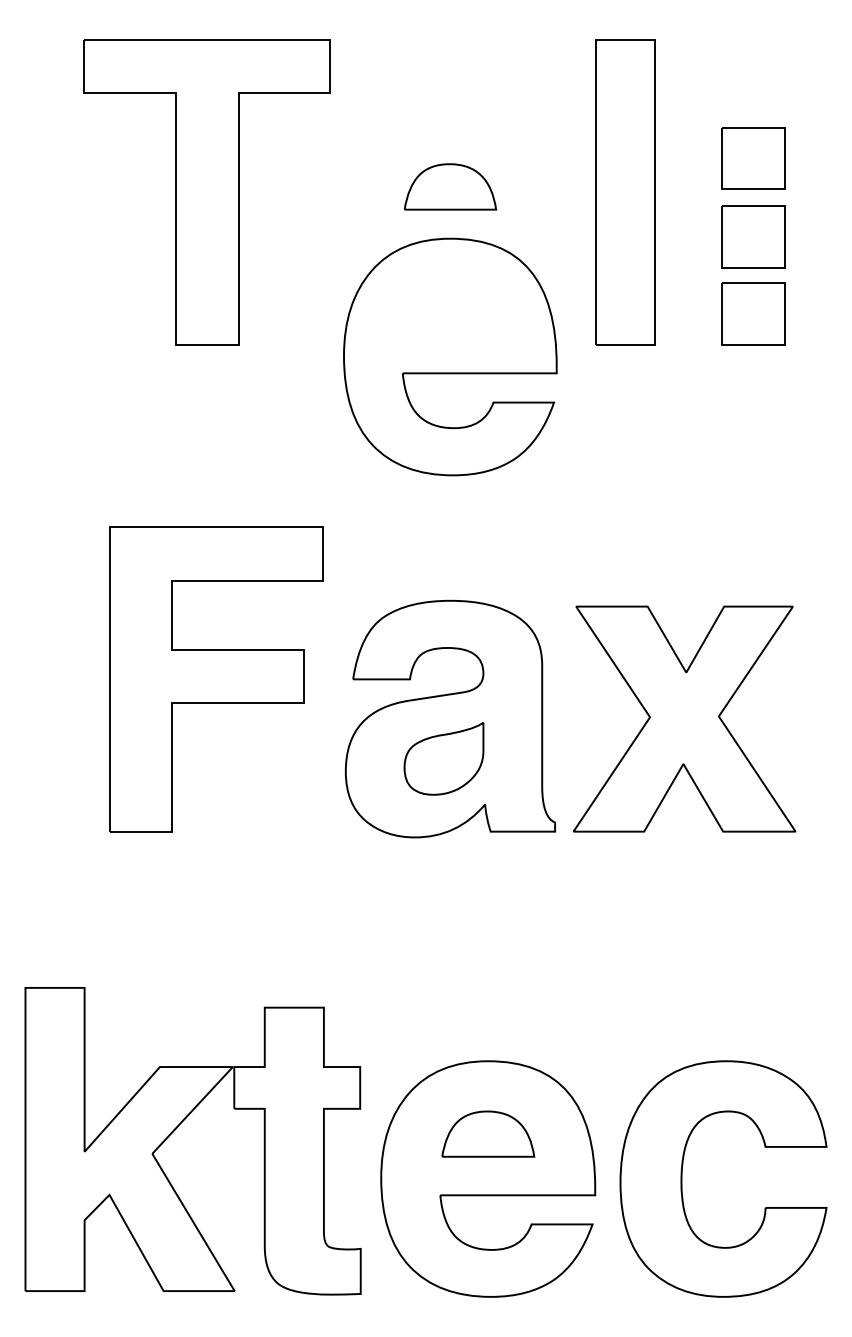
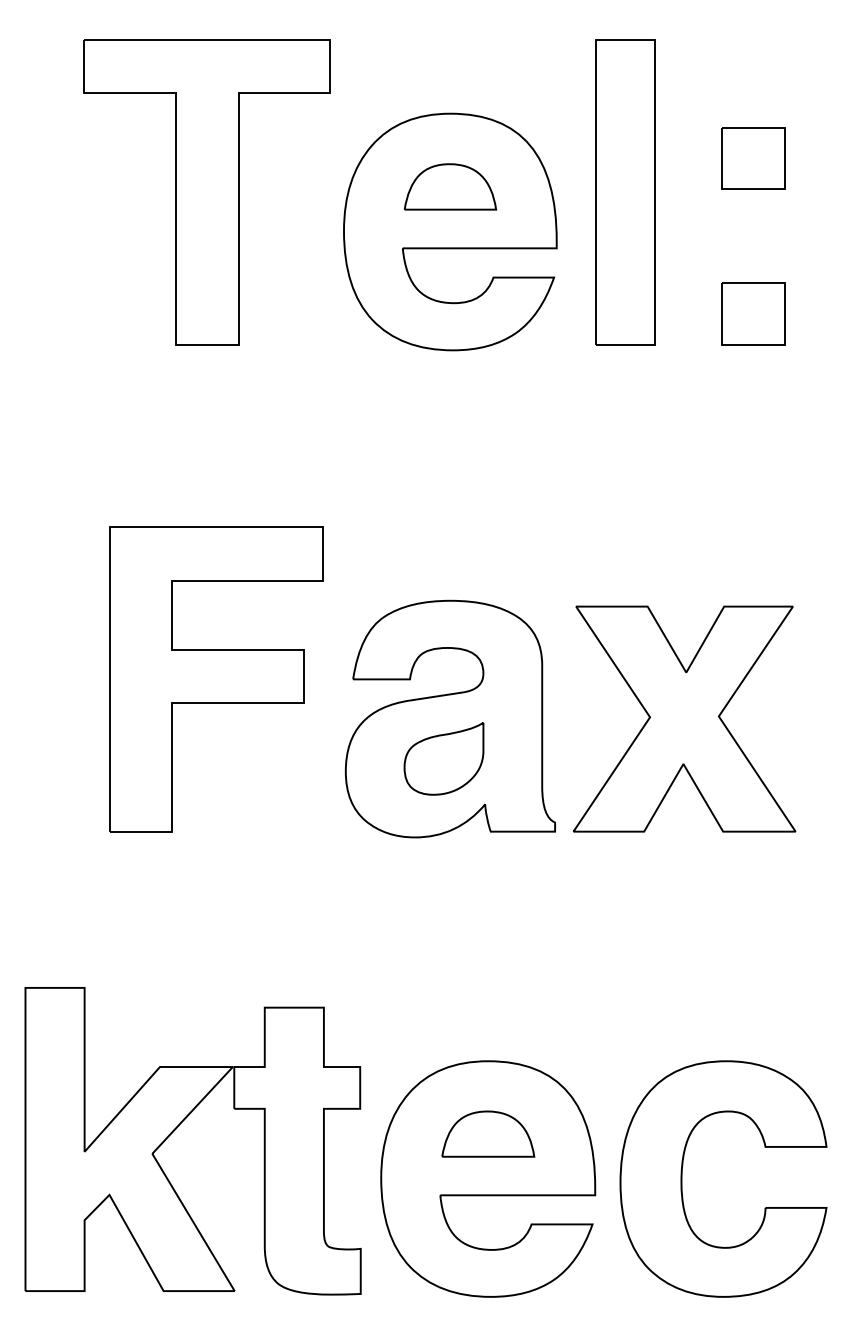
part at (753, 236): present -> none
part at (450, 356) position: (450, 356) -> (450, 231)
